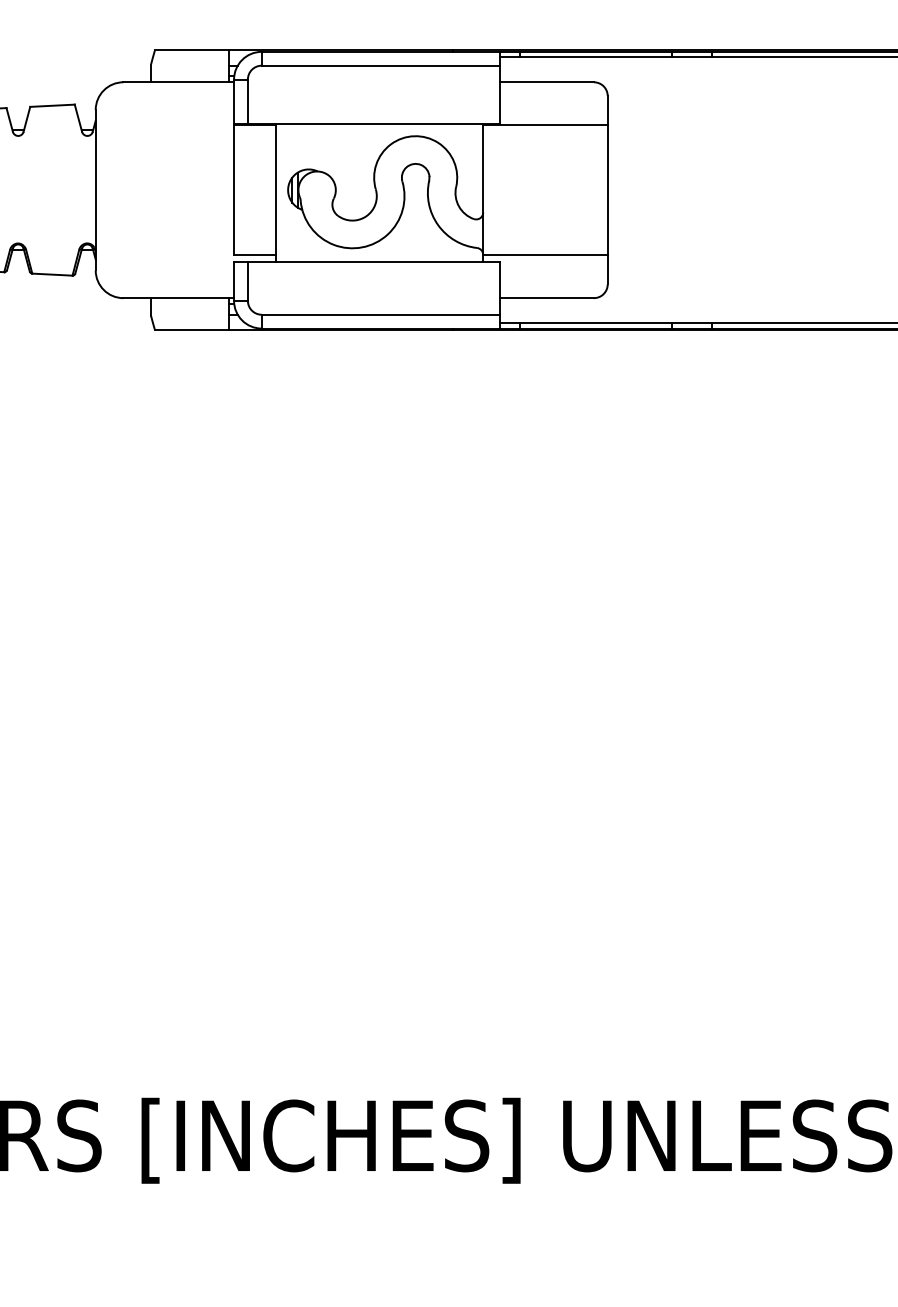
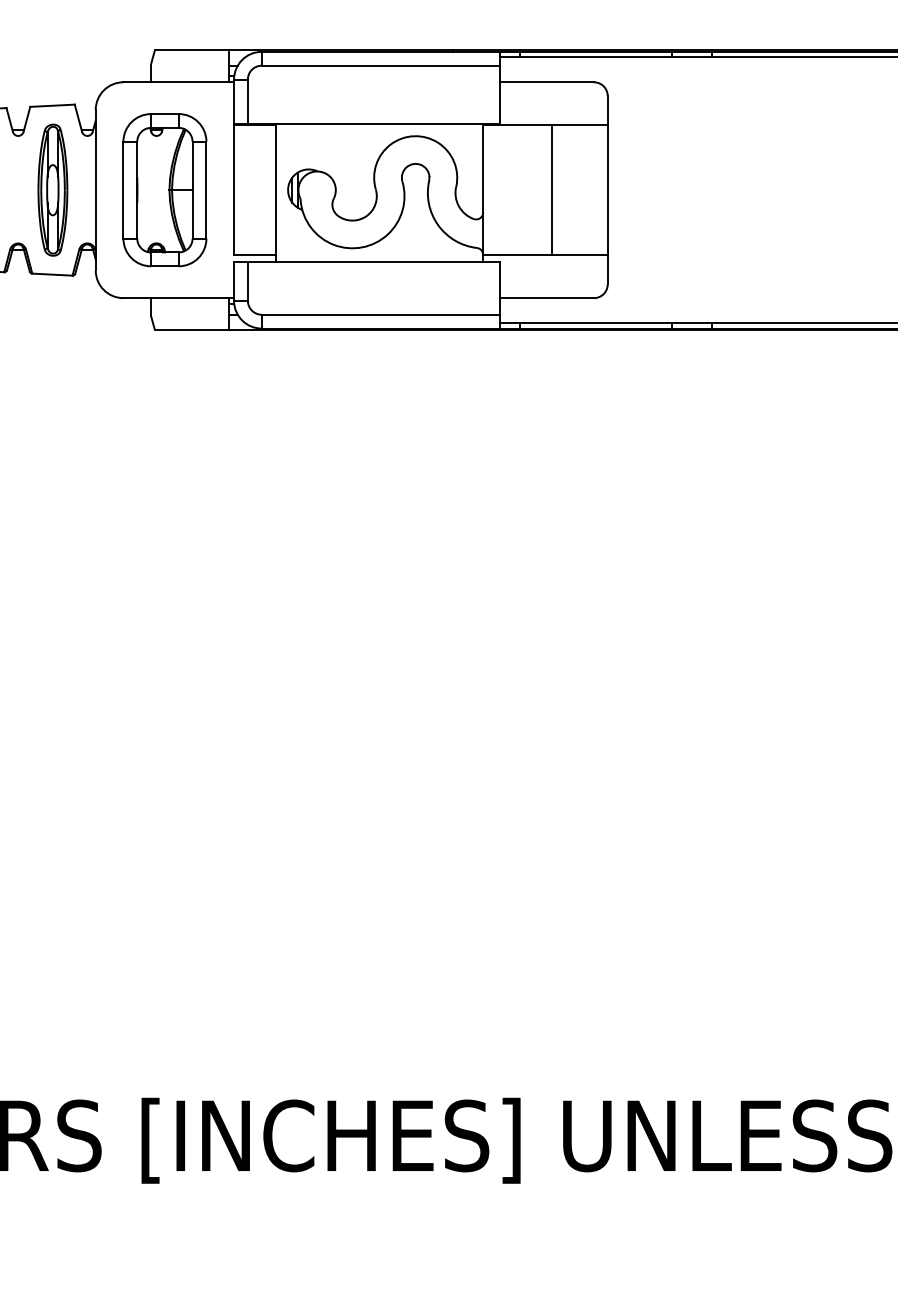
part at (52, 189): none -> present
part at (164, 190): none -> present
line at (552, 190): none -> present
